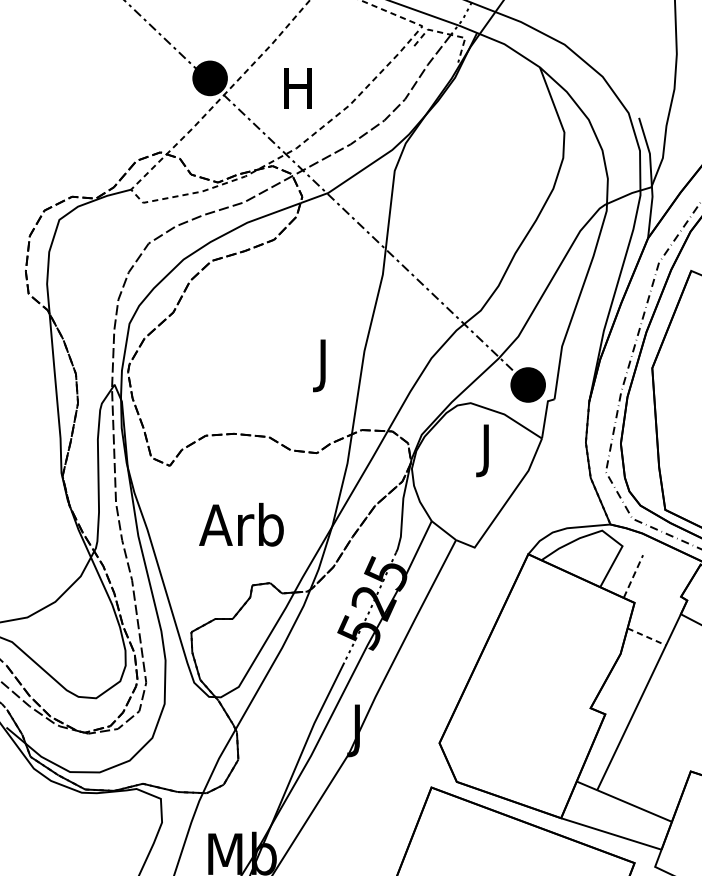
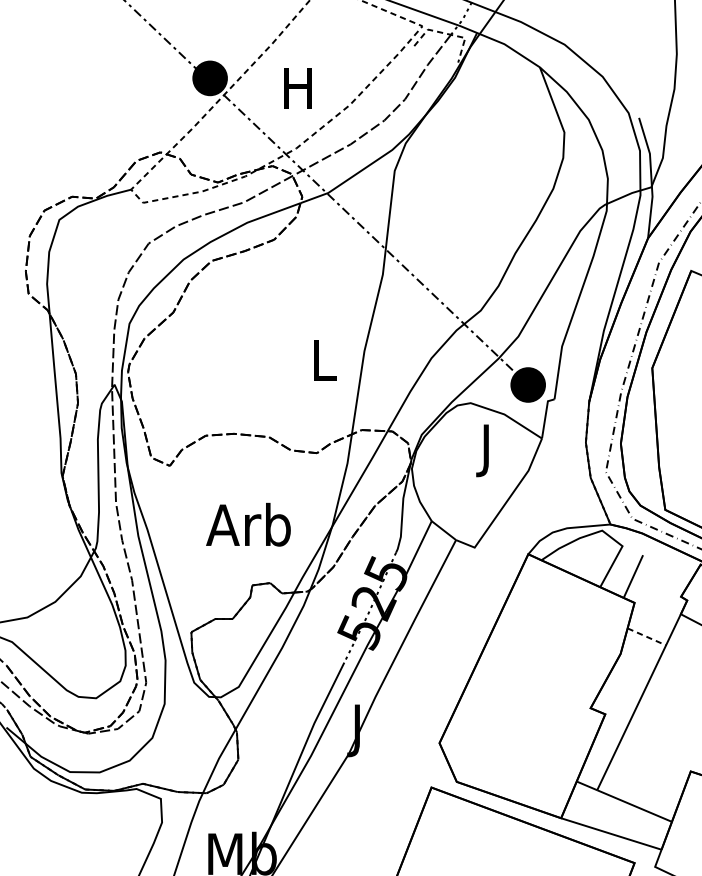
text at (324, 365): J -> L
text at (241, 524) position: (241, 524) -> (248, 524)
line at (633, 576): dashed -> solid
